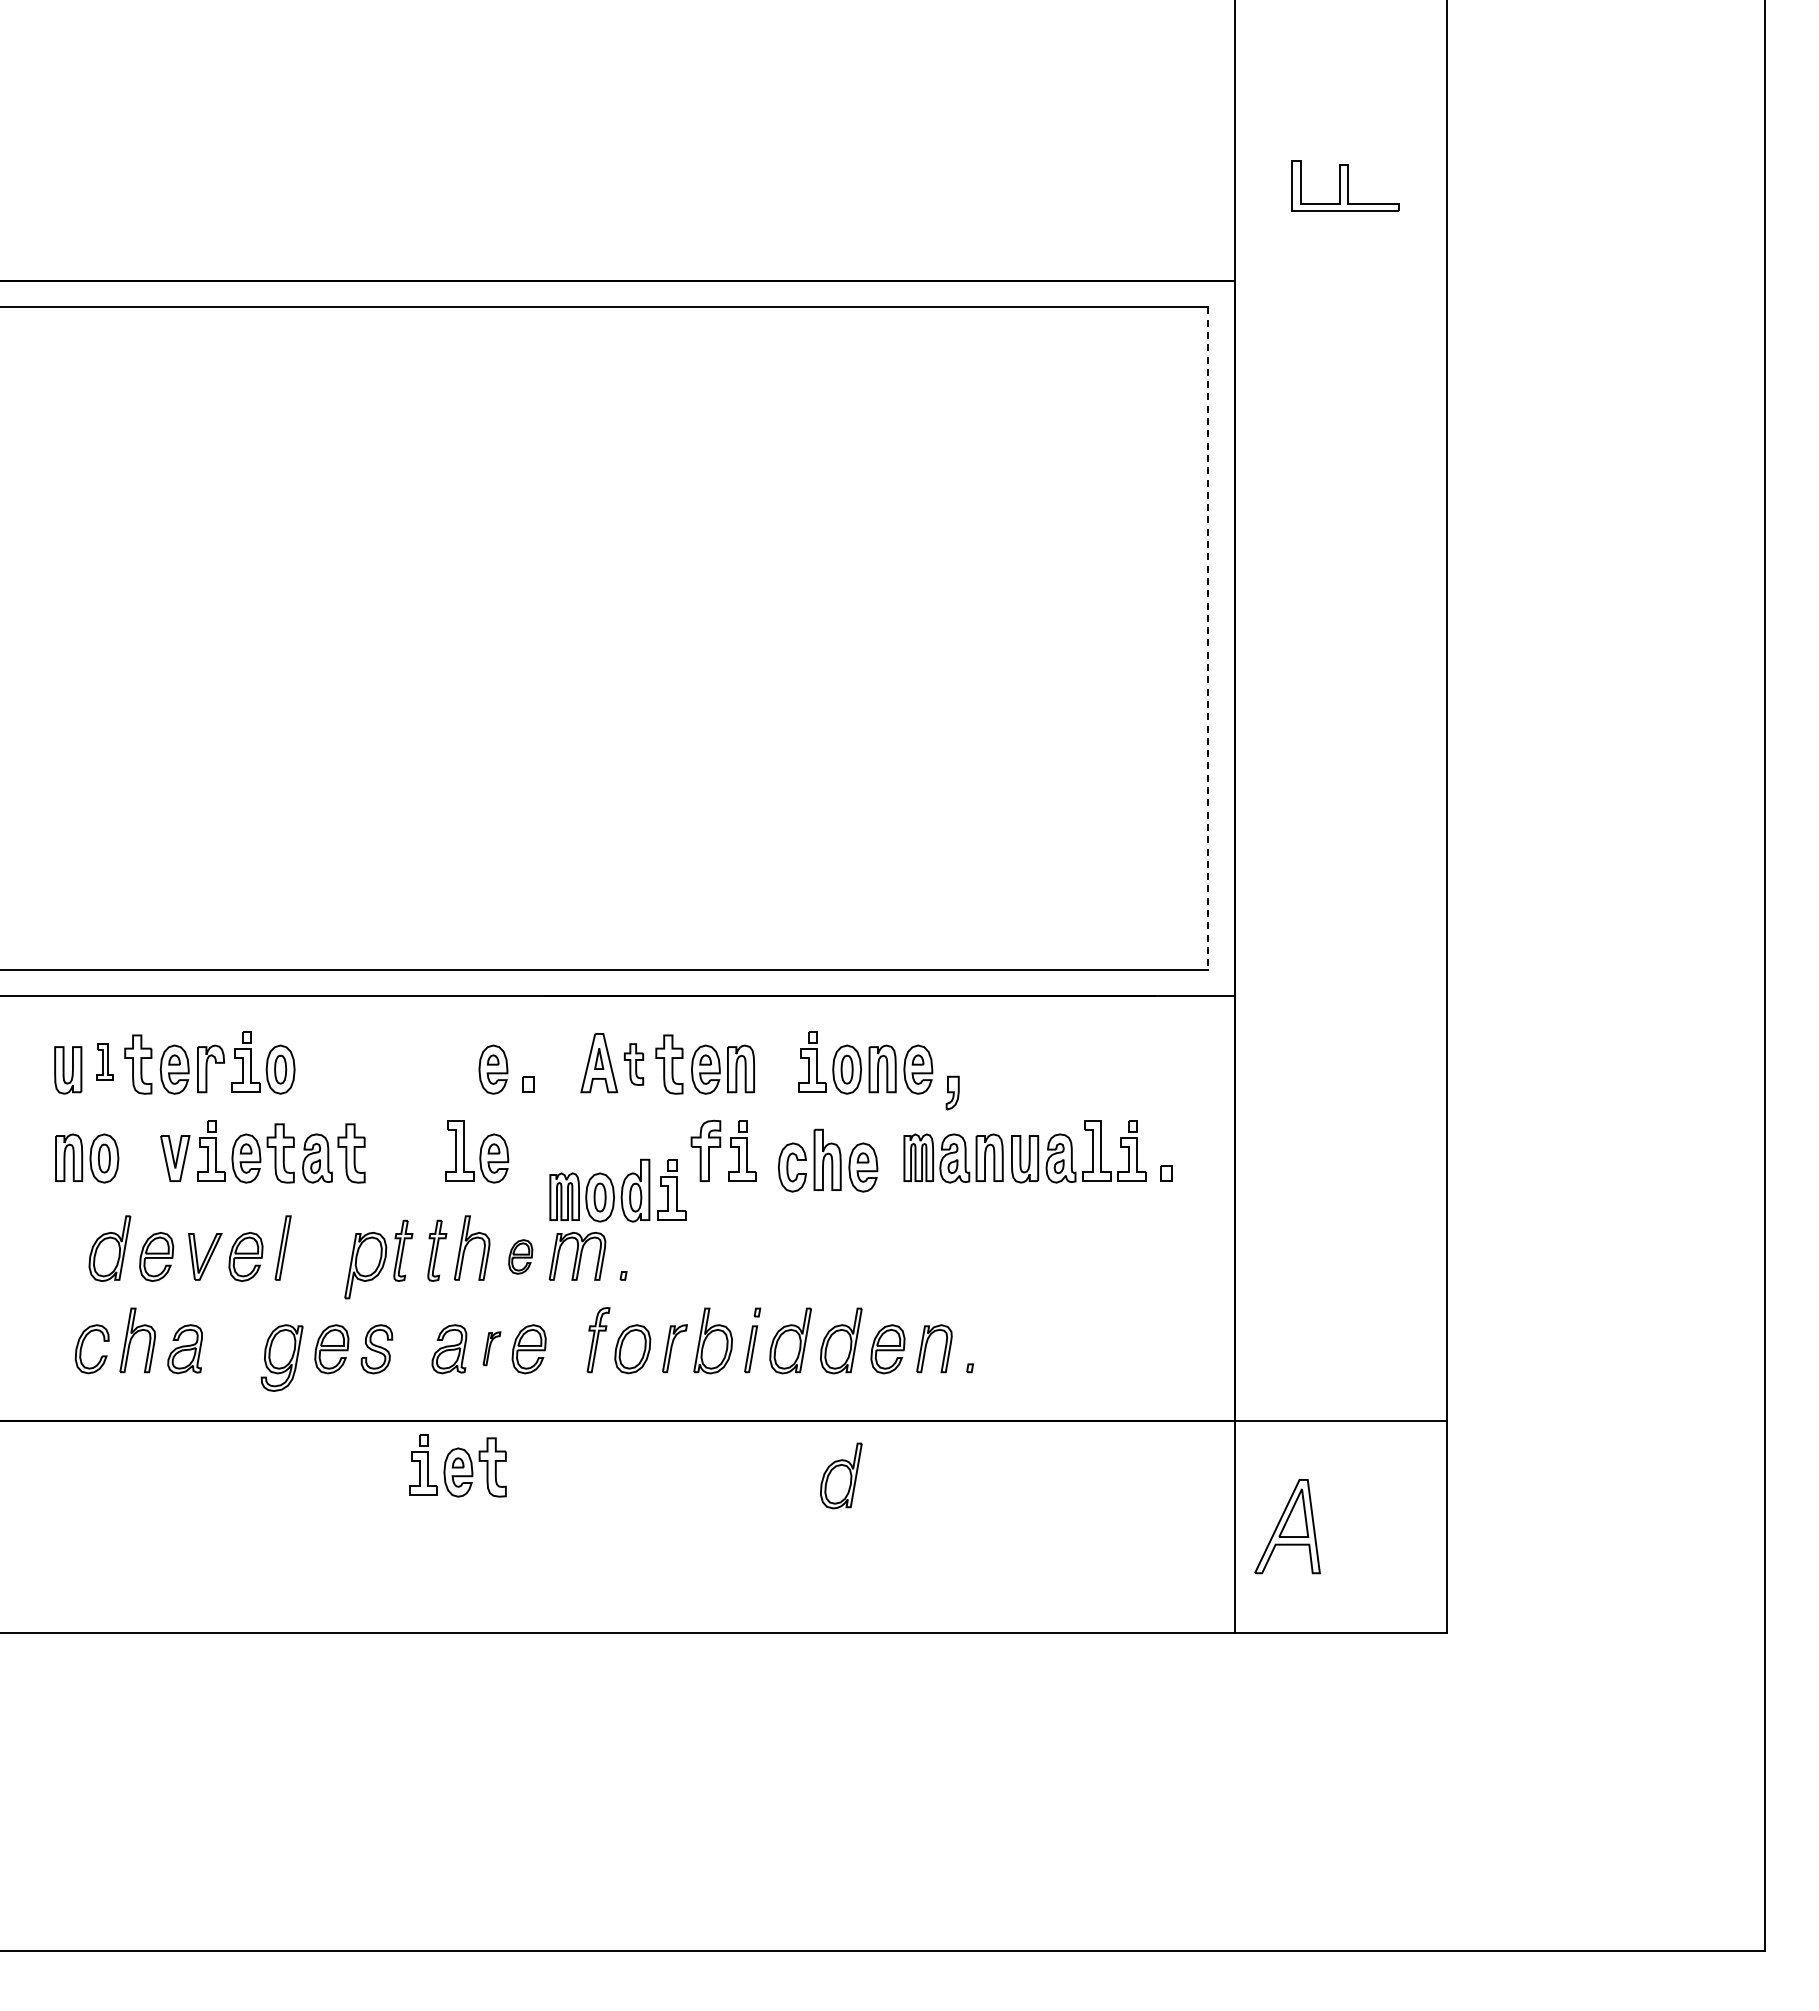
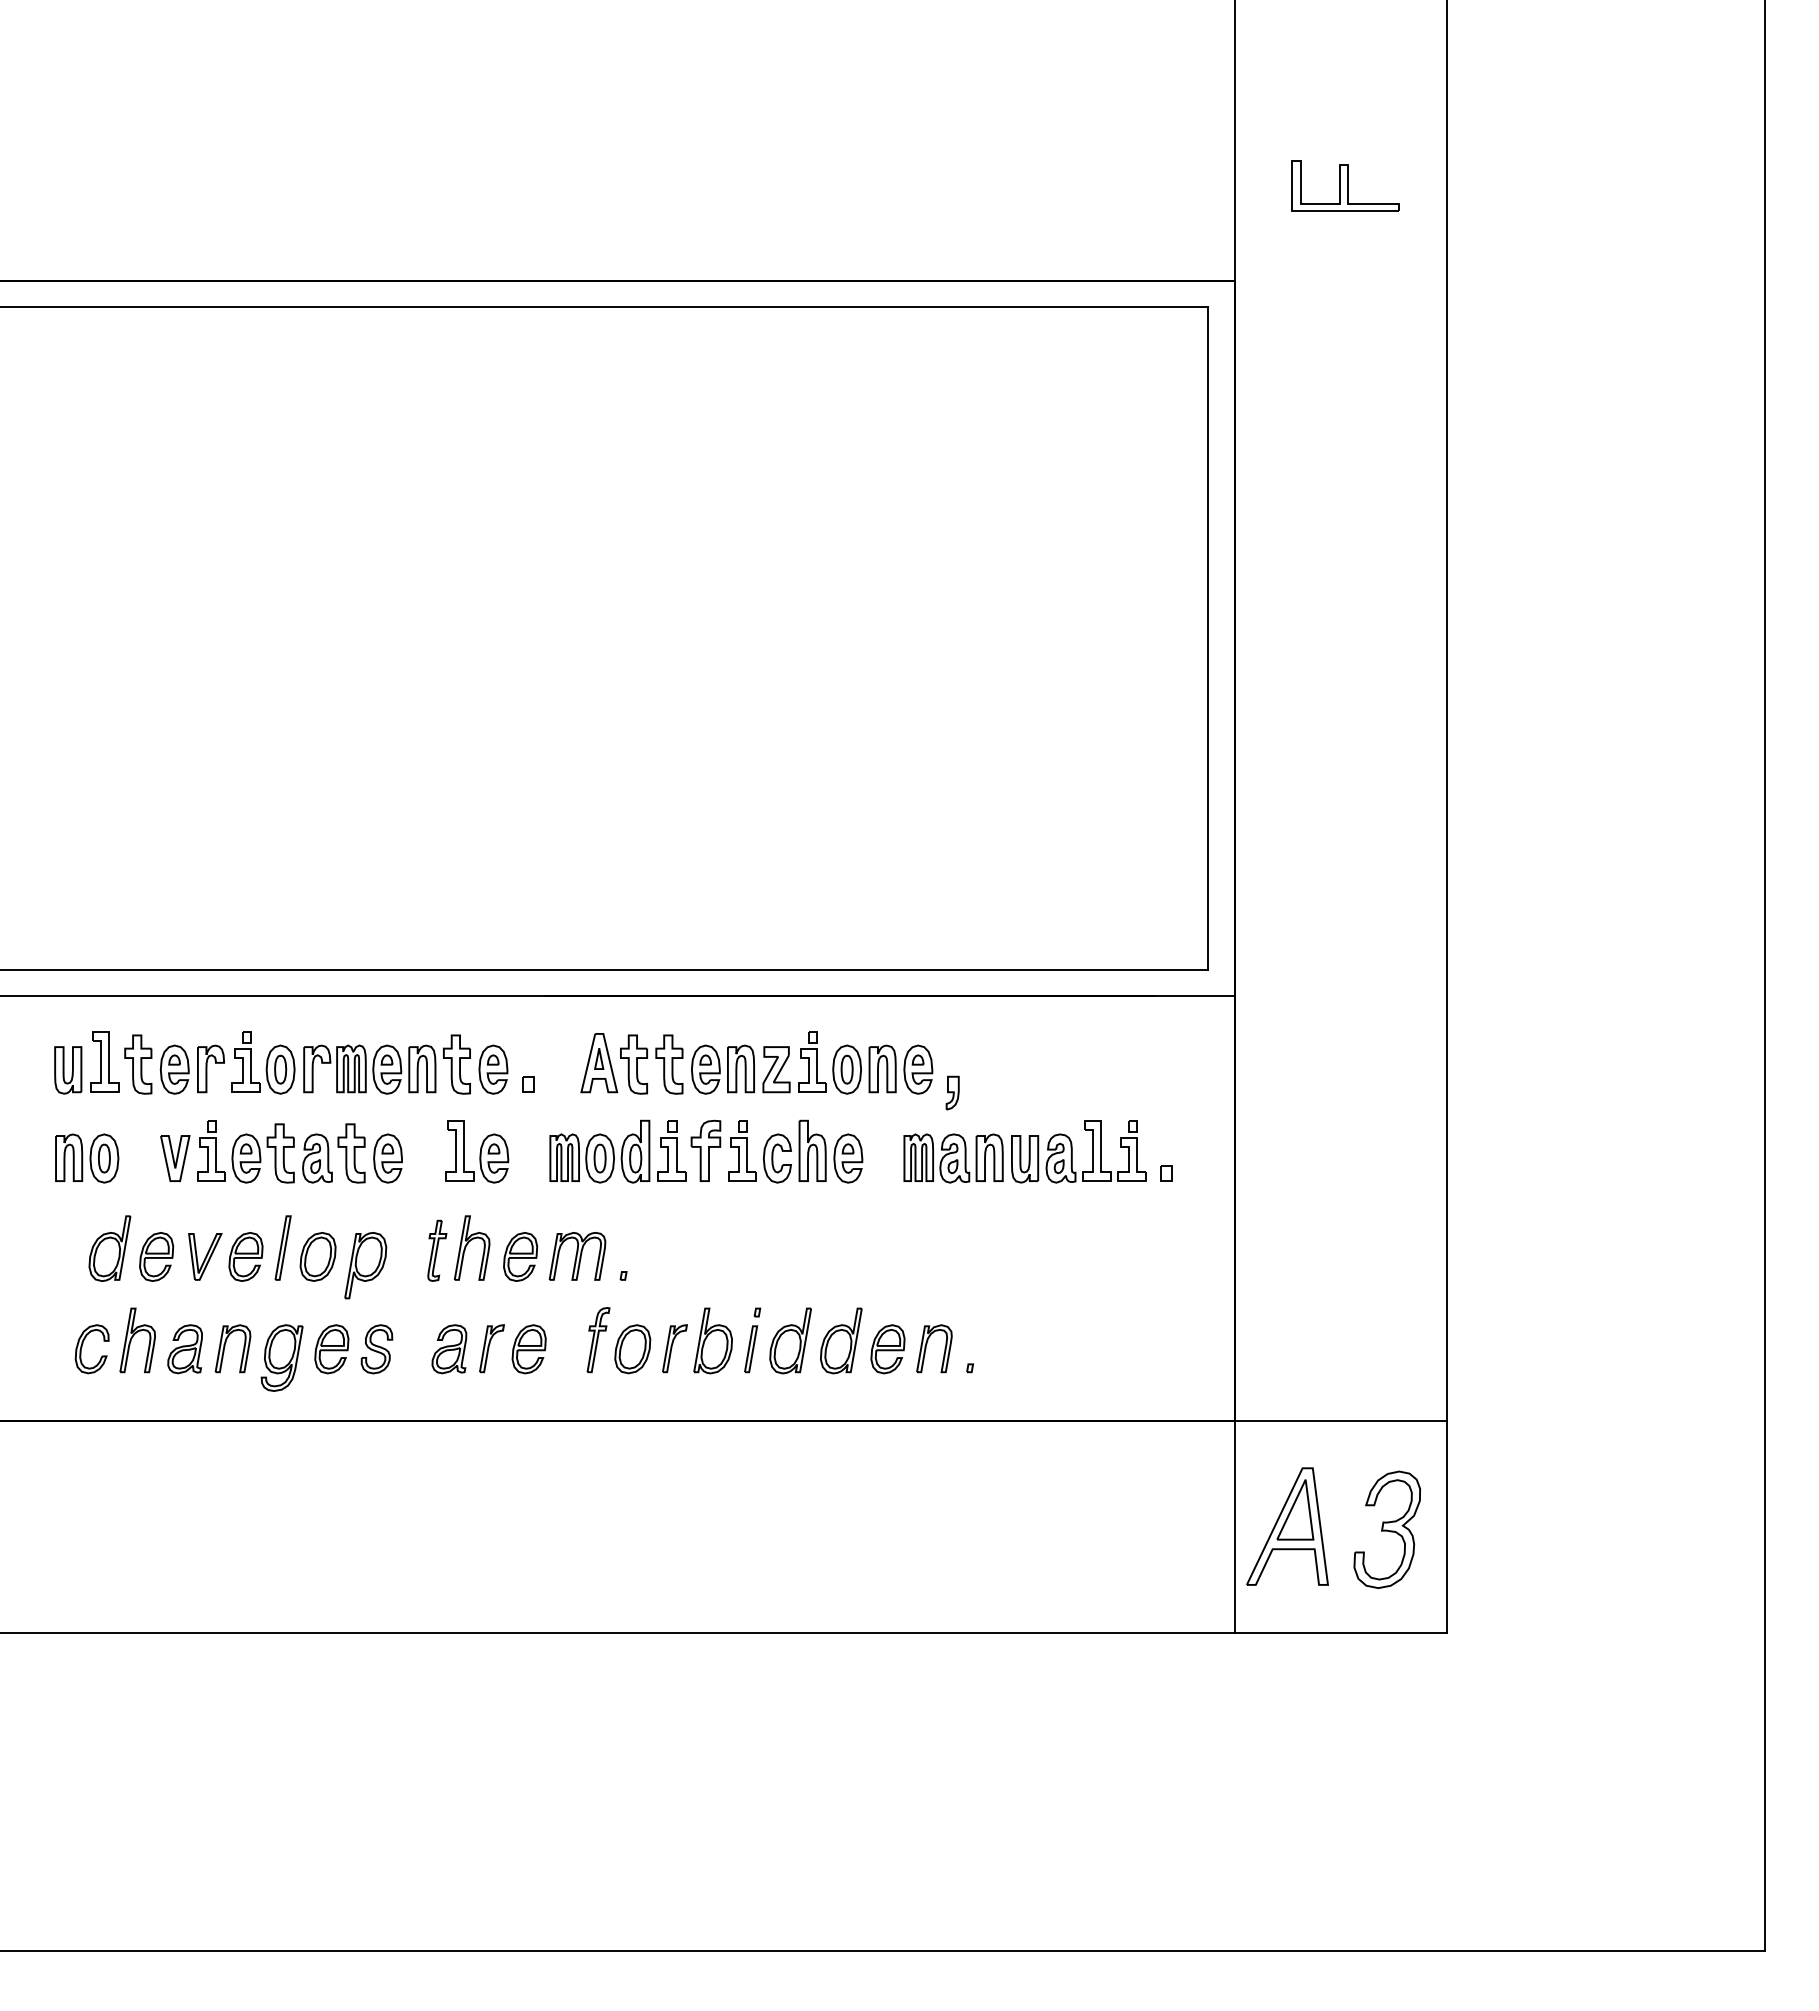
line at (1208, 639): dashed -> solid
part at (104, 1061) size: 18x38 px -> 30x62 px
part at (386, 1064): none -> present
part at (633, 1064) size: 22x43 px -> 28x61 px
part at (776, 1069): none -> present
part at (387, 1158): none -> present
part at (828, 1160) position: (828, 1160) -> (813, 1151)
part at (617, 1190) position: (617, 1190) -> (617, 1151)
part at (403, 1250): present -> none
part at (317, 1256): none -> present
part at (520, 1256) size: 26x36 px -> 36x50 px
part at (225, 1347): none -> present
part at (491, 1348) size: 20x36 px -> 26x50 px
part at (457, 1465): present -> none
part at (841, 1475): present -> none
part at (1287, 1526) size: 67x96 px -> 83x119 px
part at (1386, 1529): none -> present
